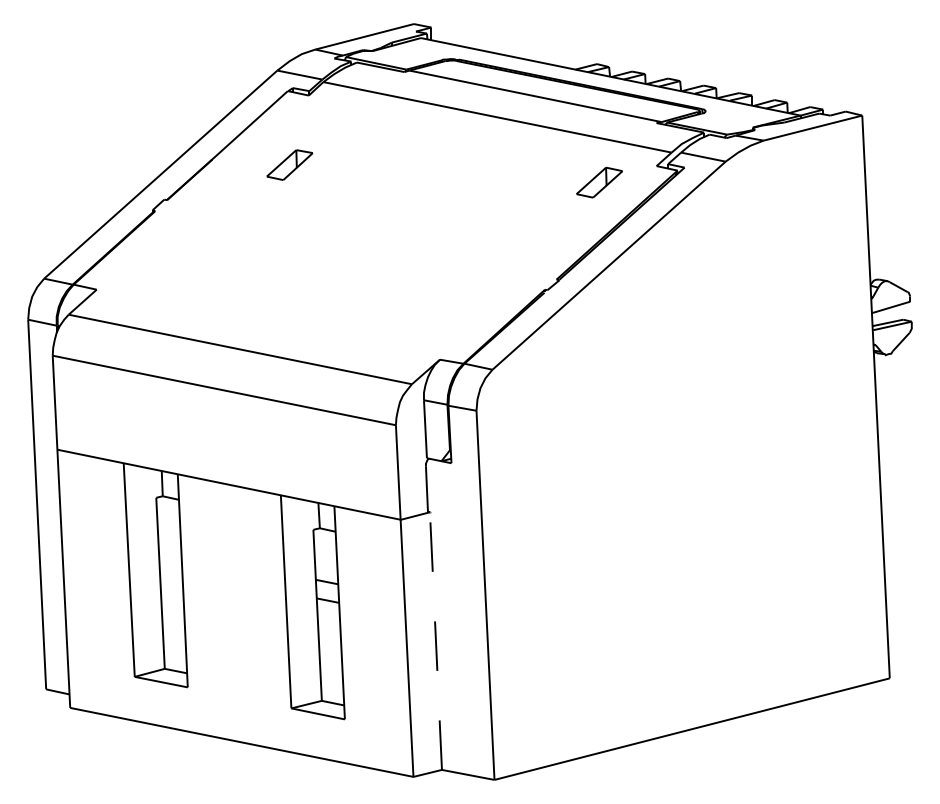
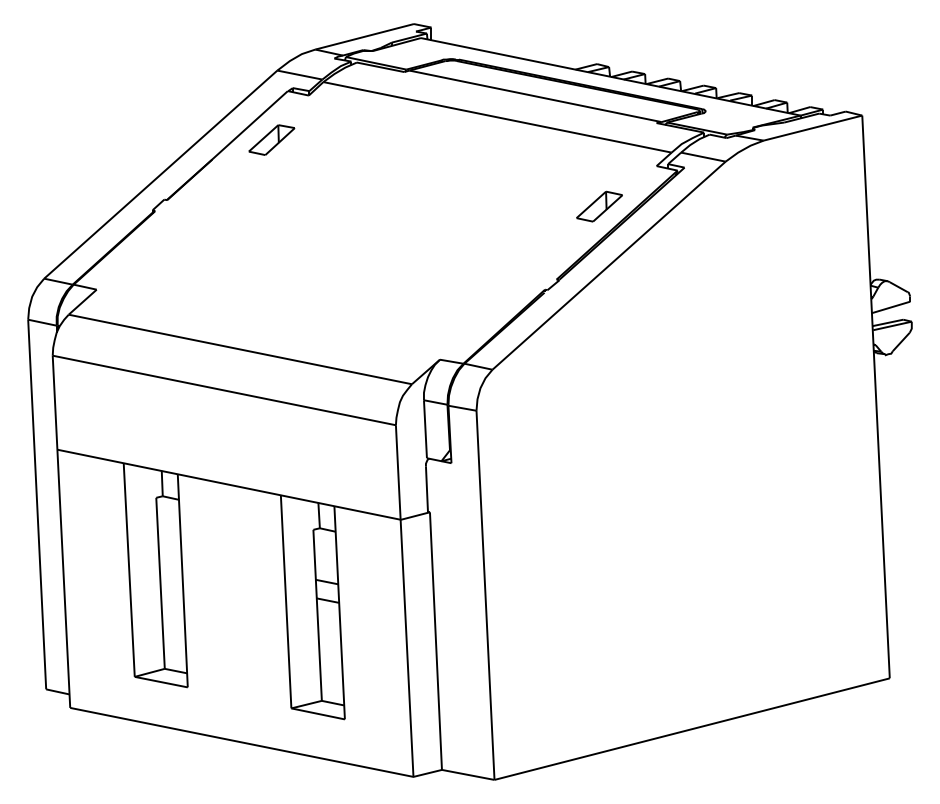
part at (289, 164) position: (289, 164) -> (271, 139)
part at (599, 182) position: (599, 182) -> (599, 206)
line at (435, 640): dashed -> solid
